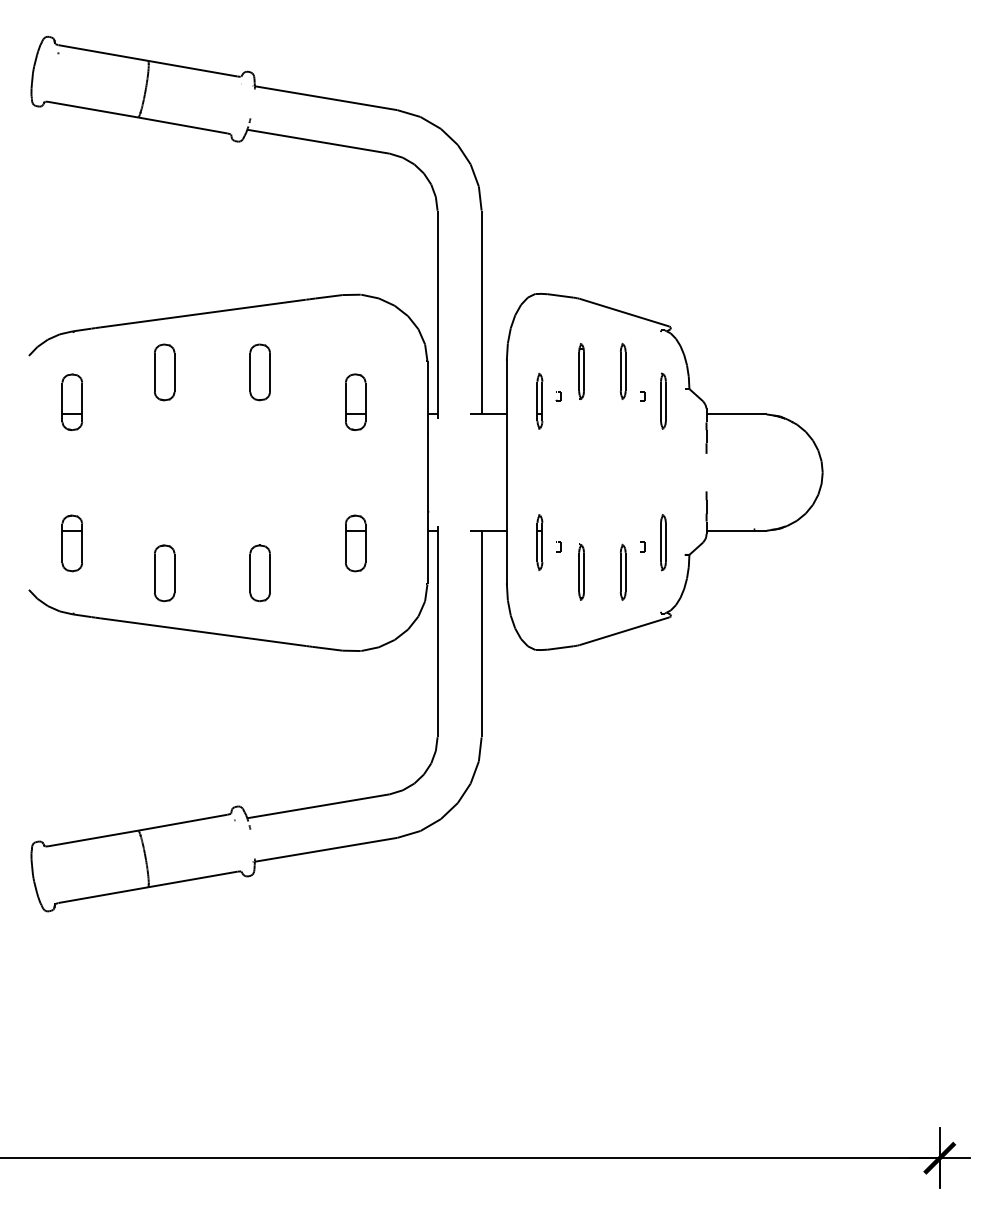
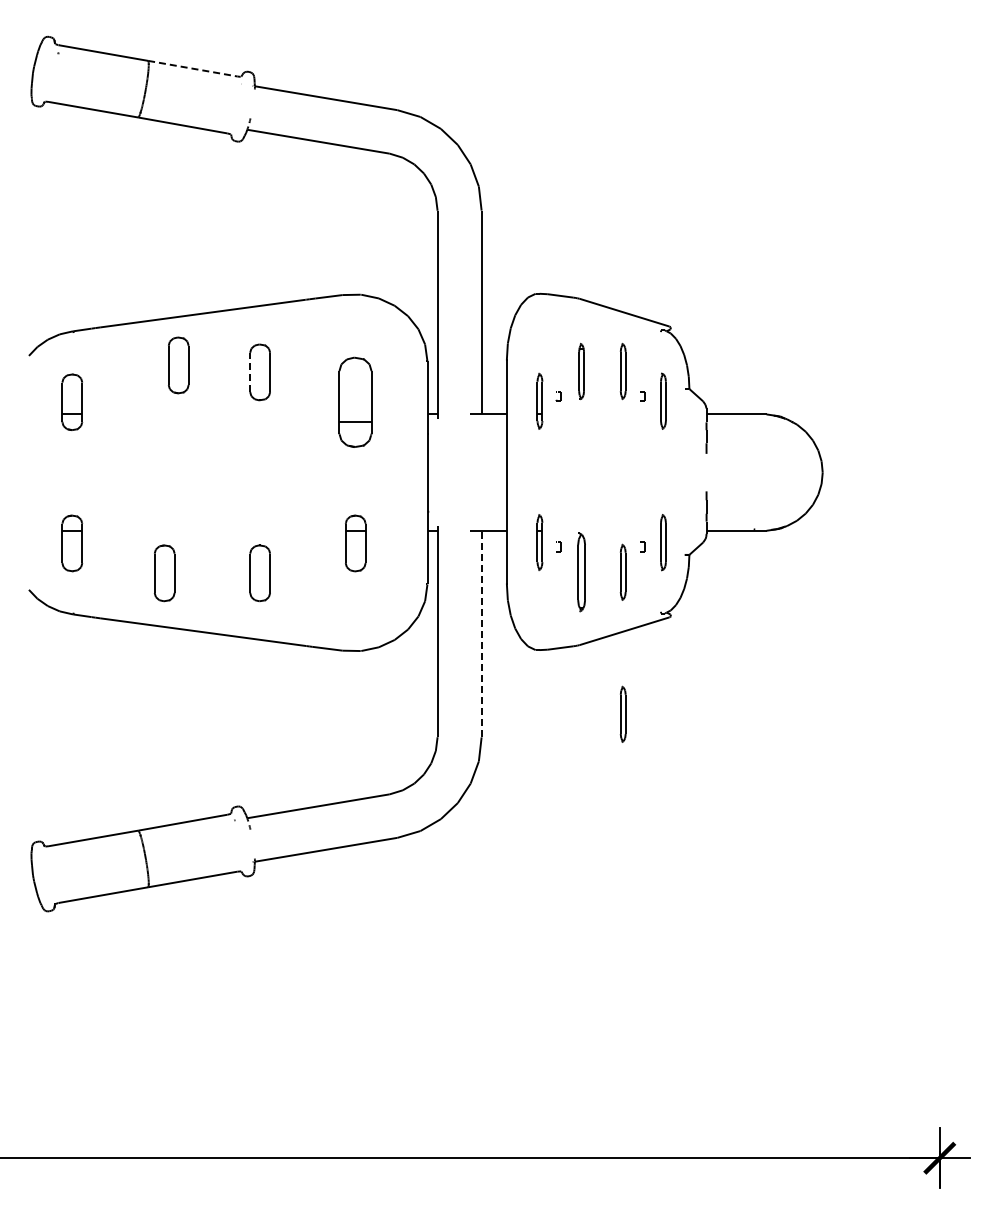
line at (193, 68): solid -> dashed
part at (164, 372) position: (164, 372) -> (178, 365)
line at (250, 372): solid -> dashed
part at (355, 401) size: 22x58 px -> 35x92 px
part at (581, 571) size: 7x58 px -> 9x81 px
line at (481, 633): solid -> dashed
part at (622, 713): none -> present
